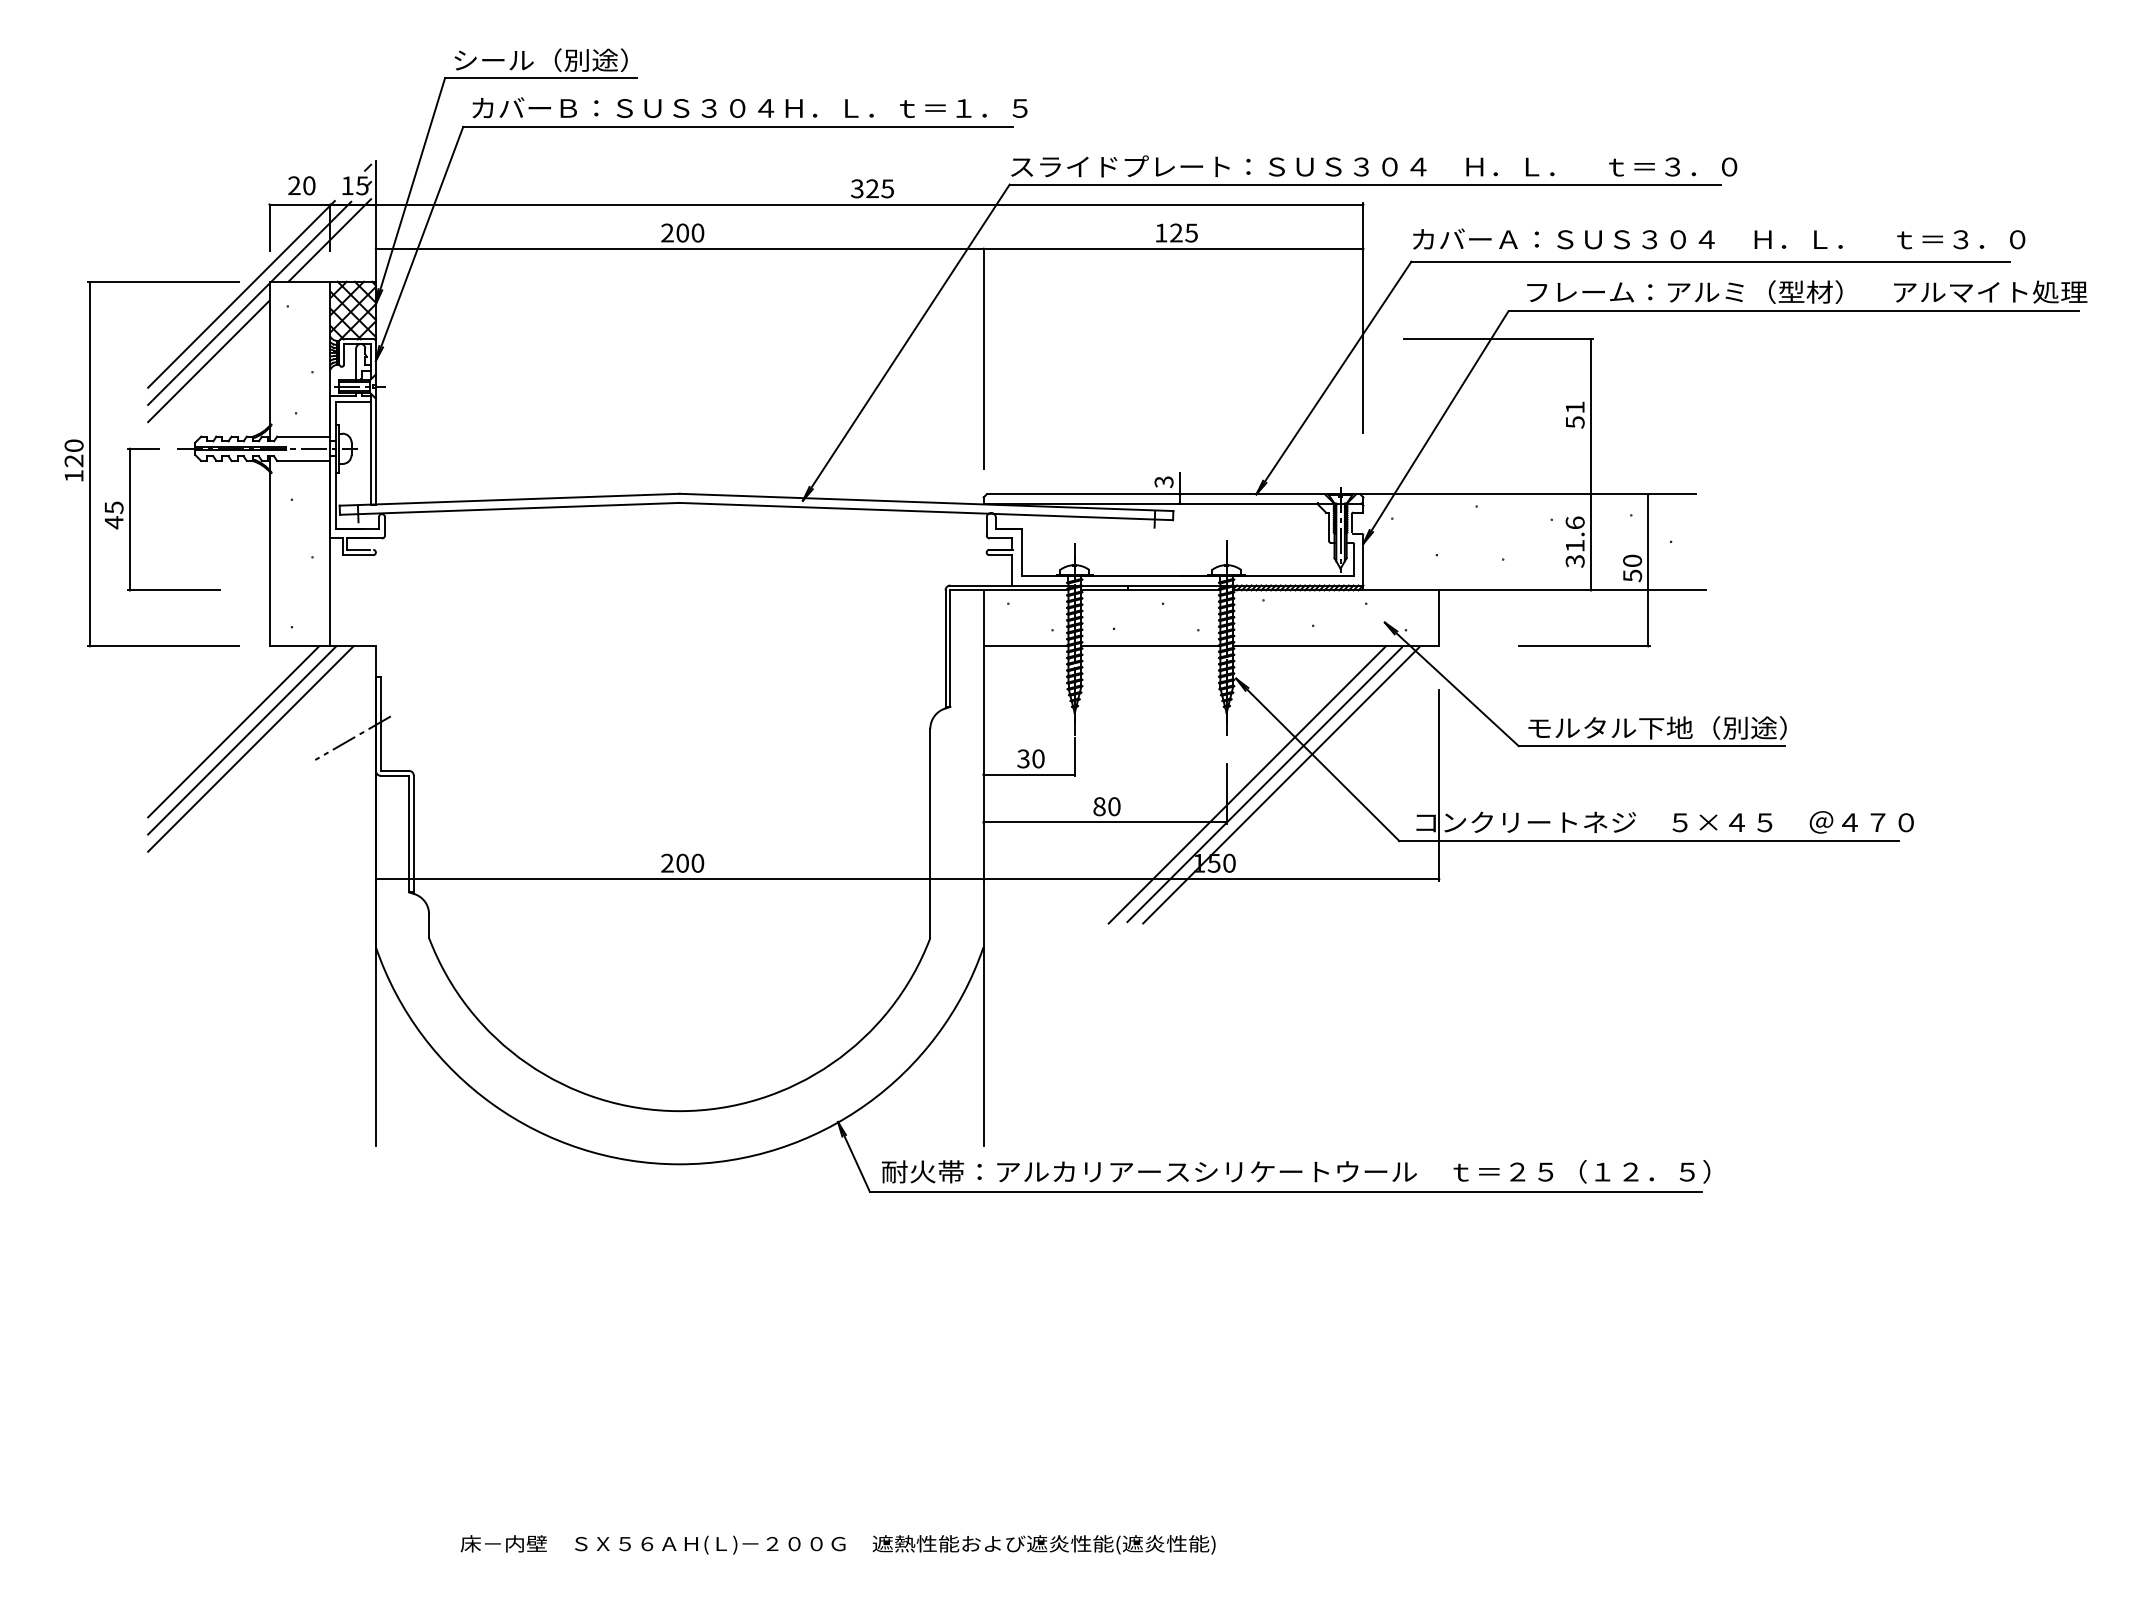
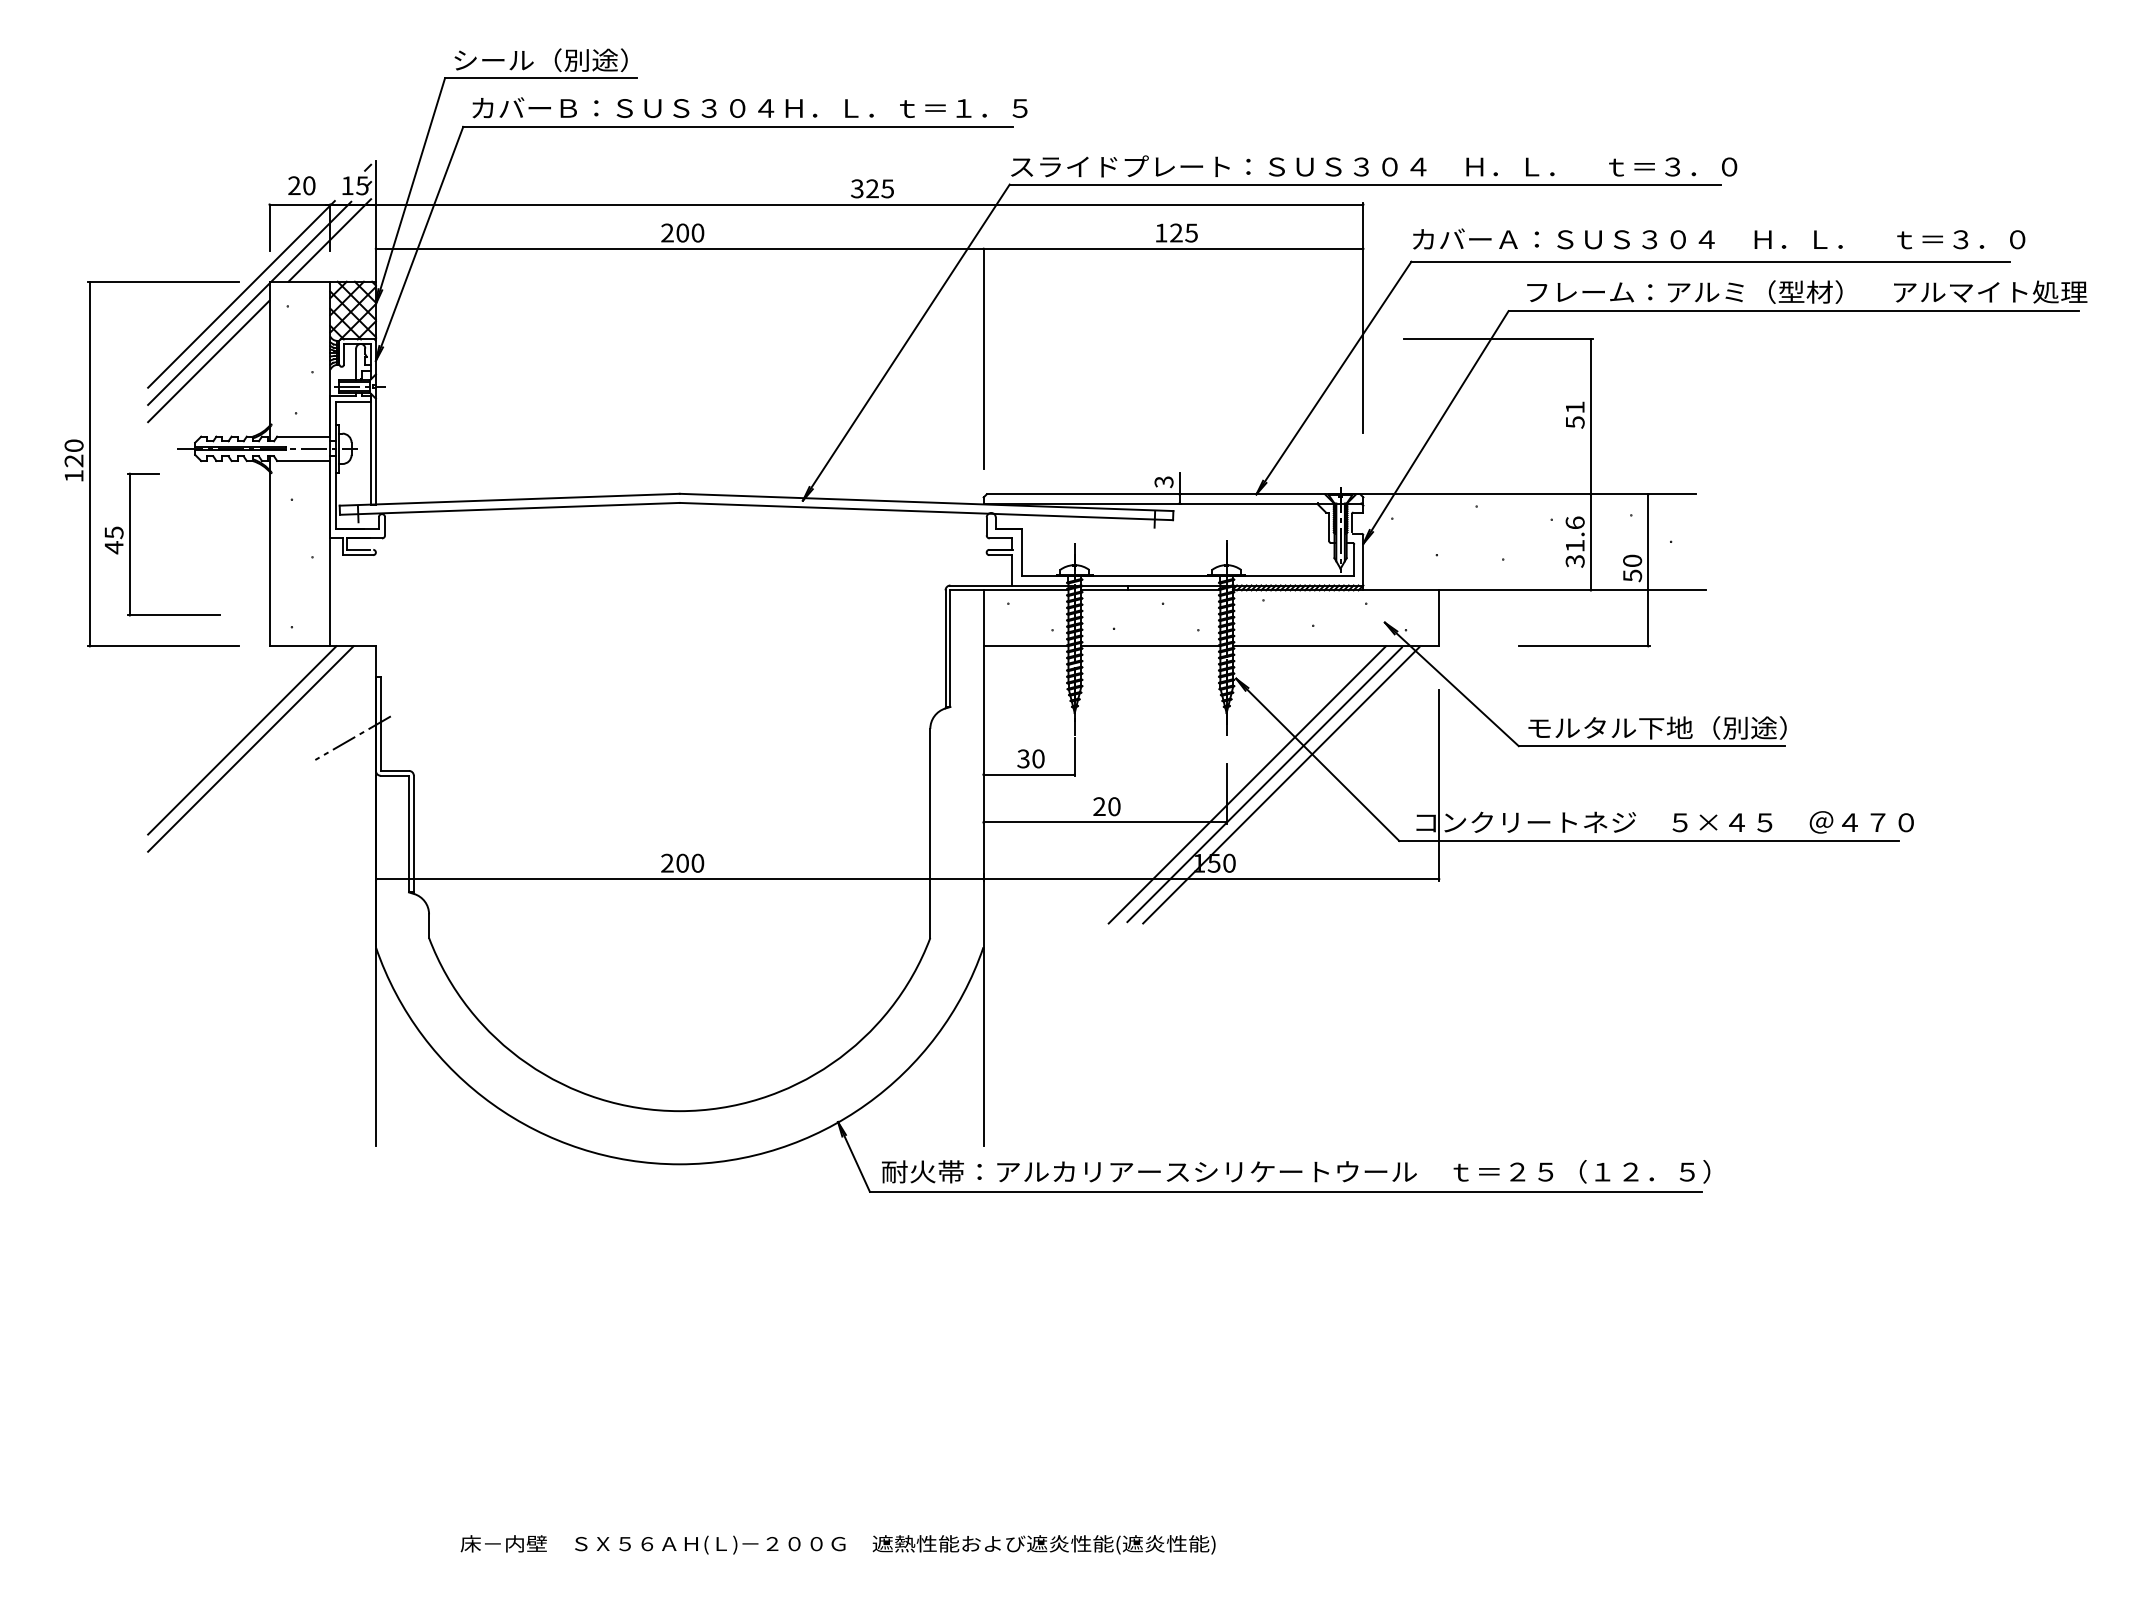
part at (130, 519) position: (130, 519) -> (130, 544)
line at (233, 731): present -> none
text at (1099, 806): 80 -> 20
